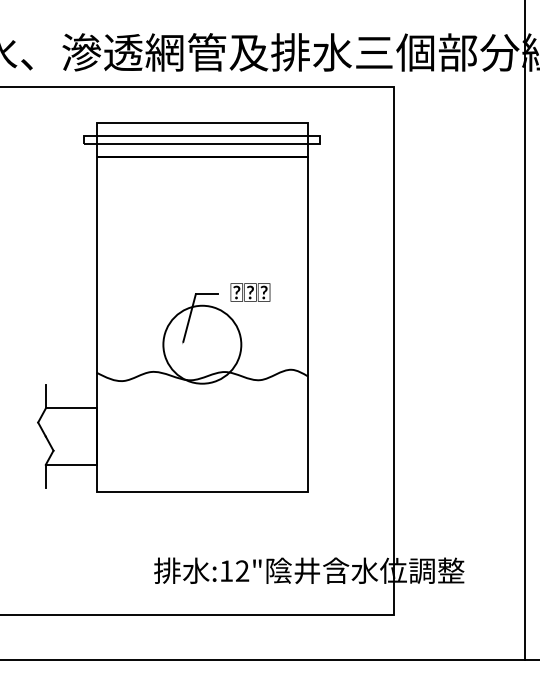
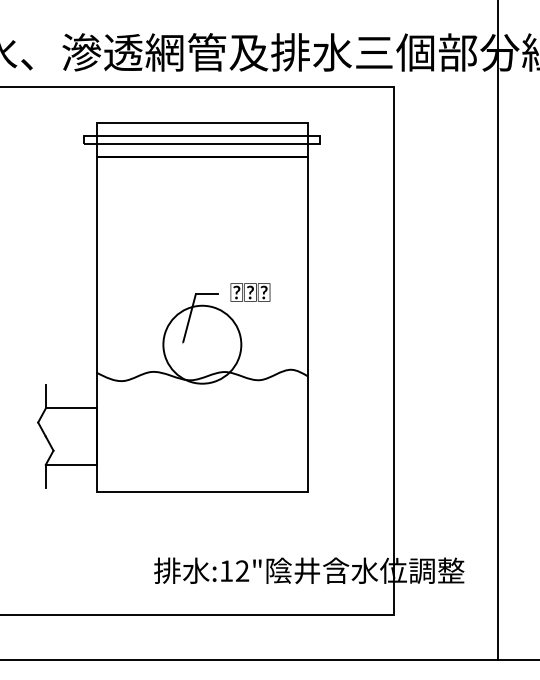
line at (525, 330) position: (525, 330) -> (498, 330)
